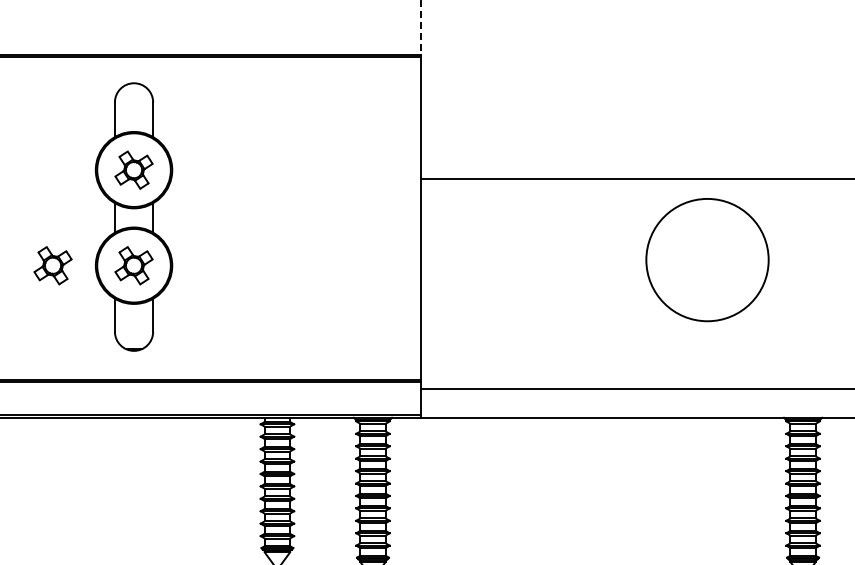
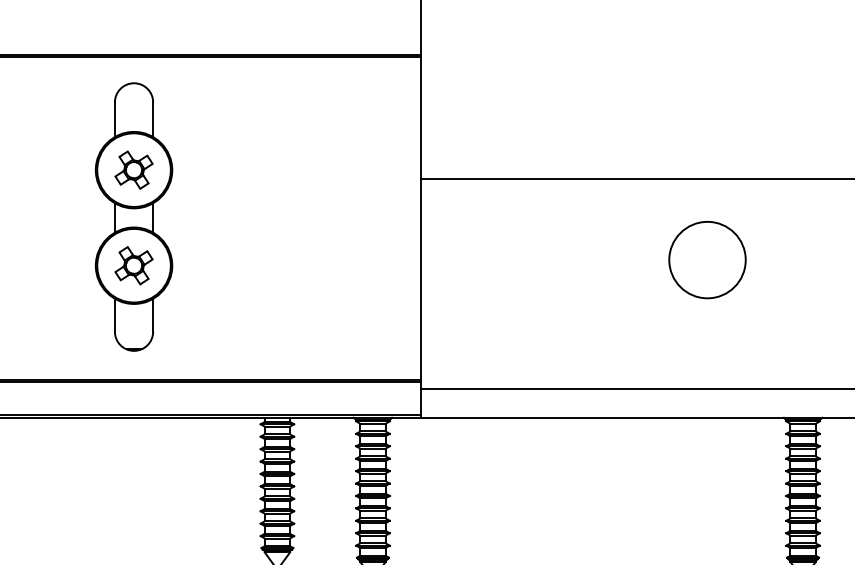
line at (420, 27): dashed -> solid
circle at (707, 259) diameter: 122 px -> 76 px
part at (52, 265): present -> none
